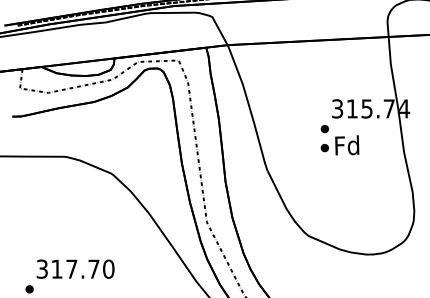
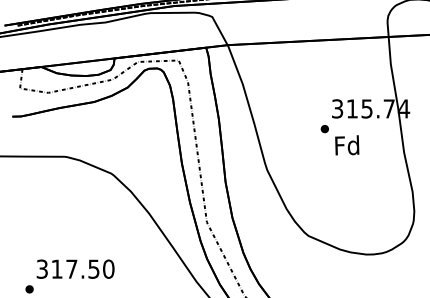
part at (324, 148): present -> none
text at (93, 268): 317.70 -> 317.50
